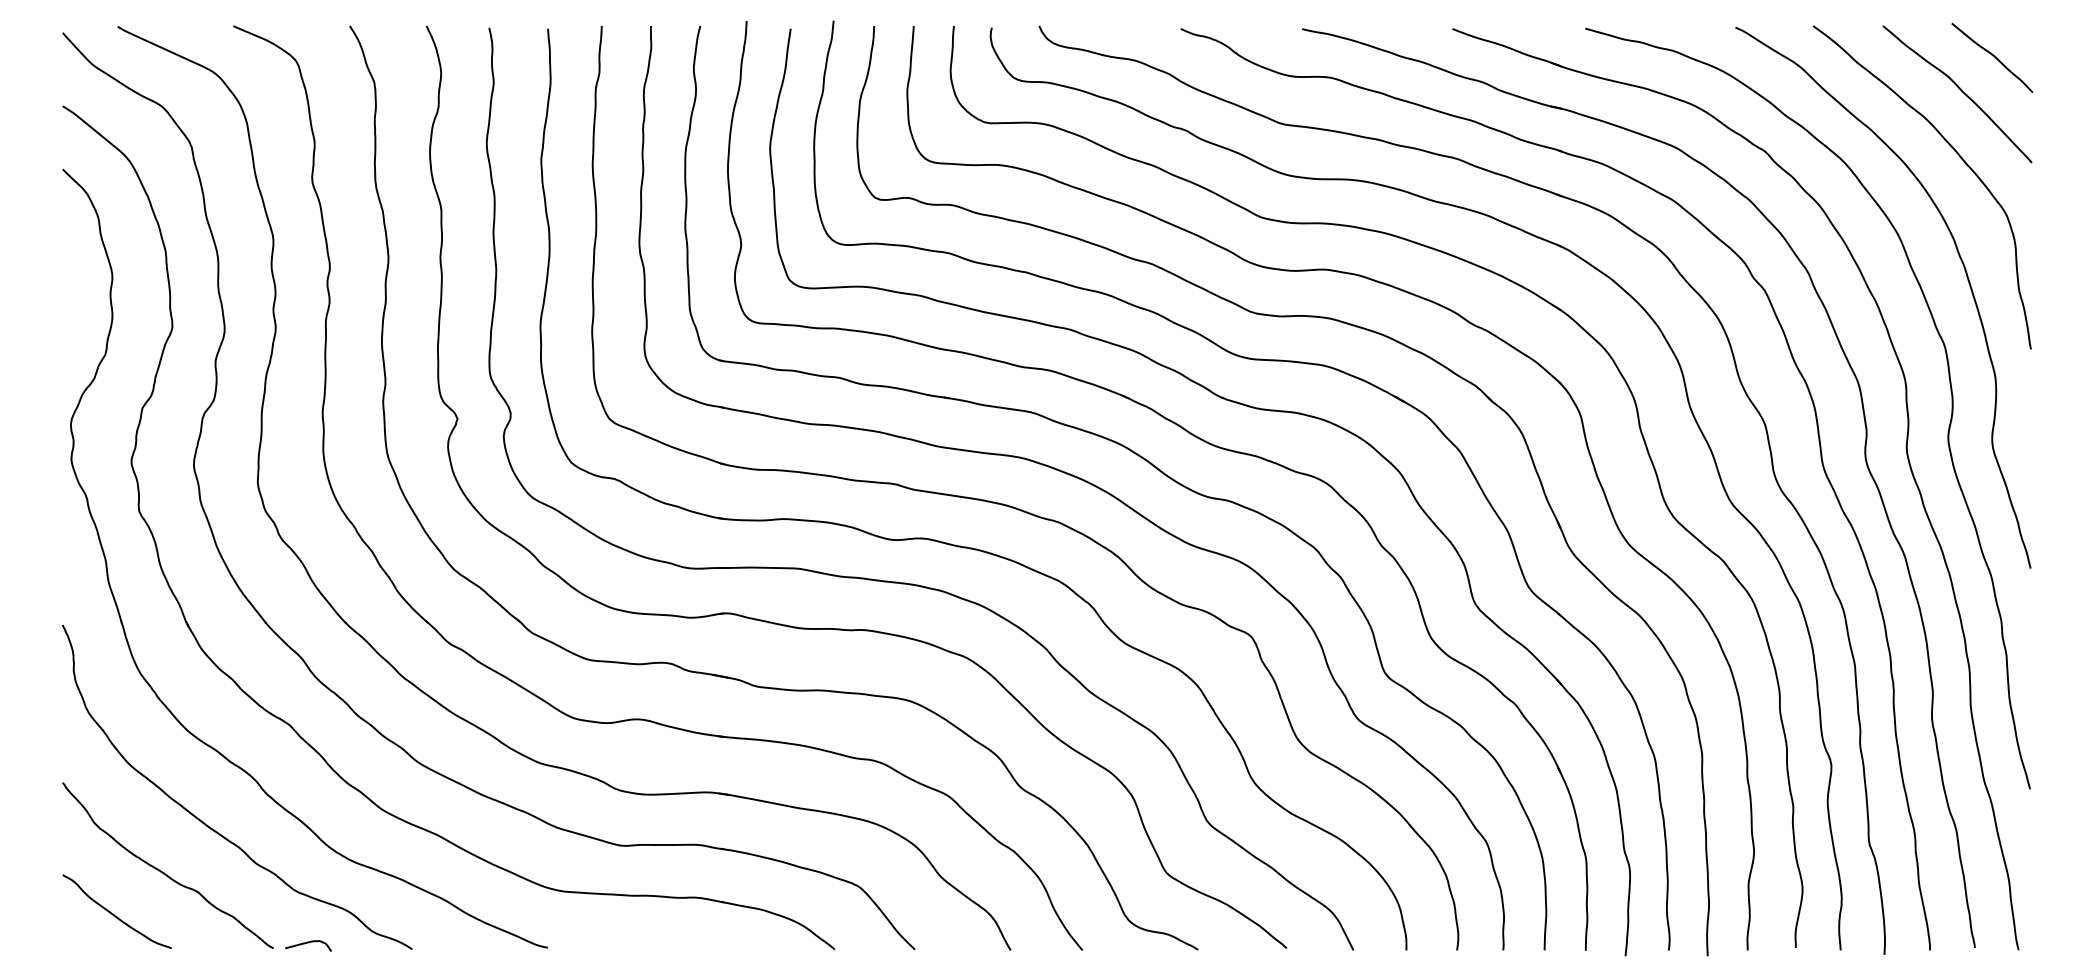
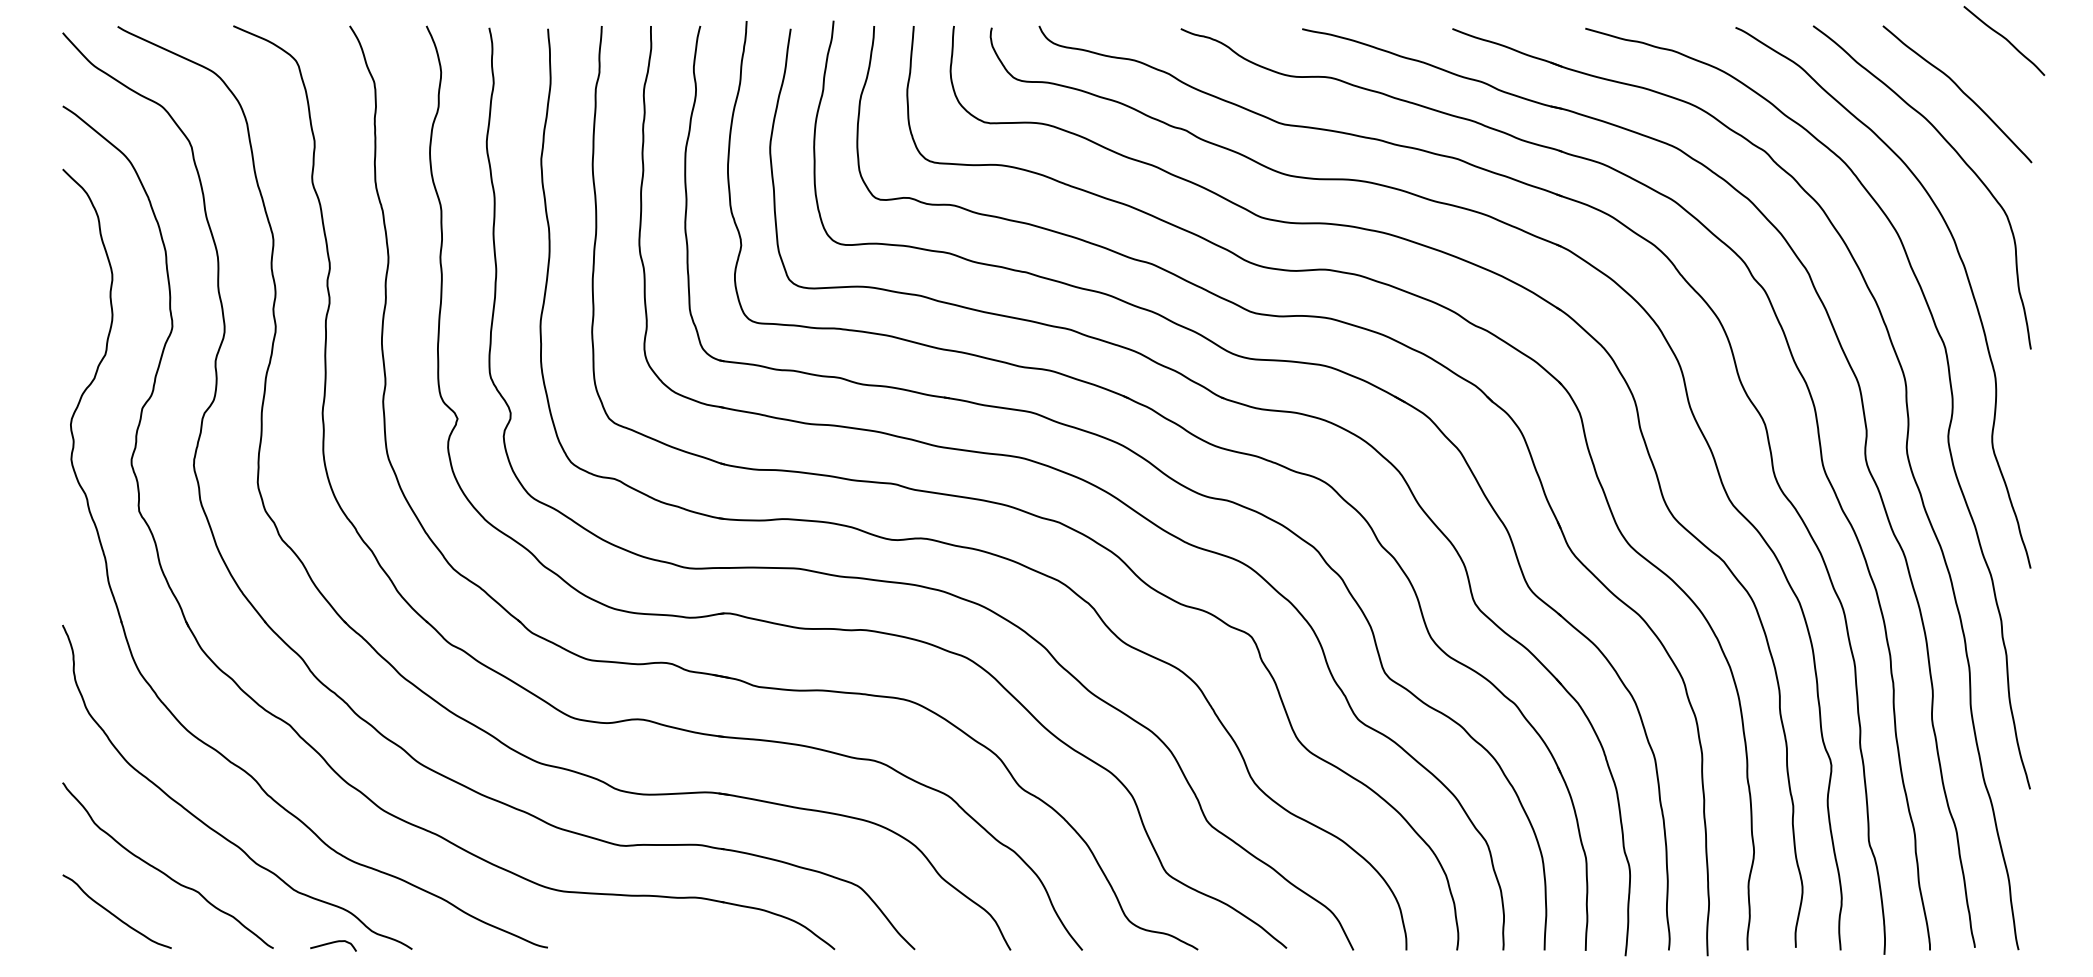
curve at (1993, 56) position: (1993, 56) -> (2005, 39)
curve at (308, 943) position: (308, 943) -> (333, 943)
